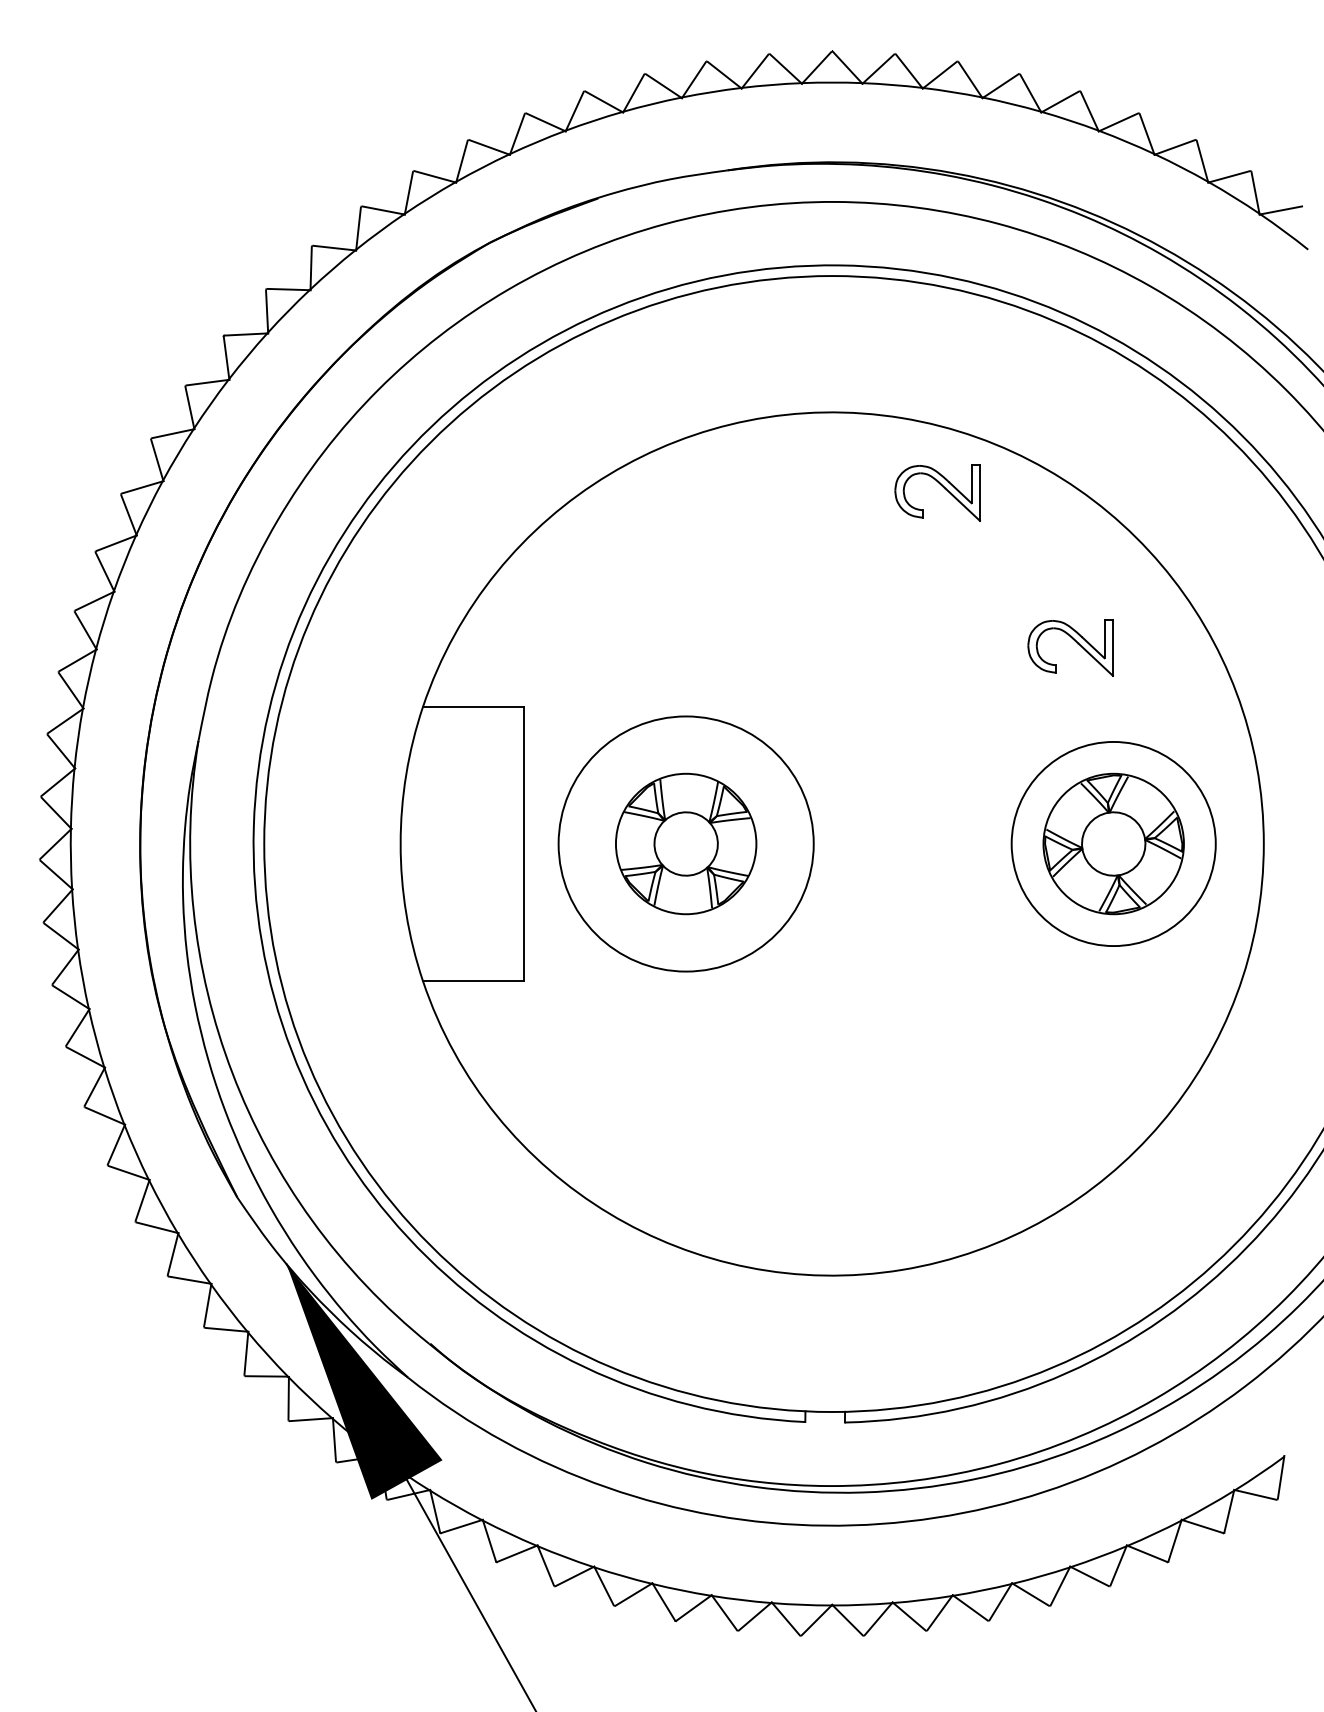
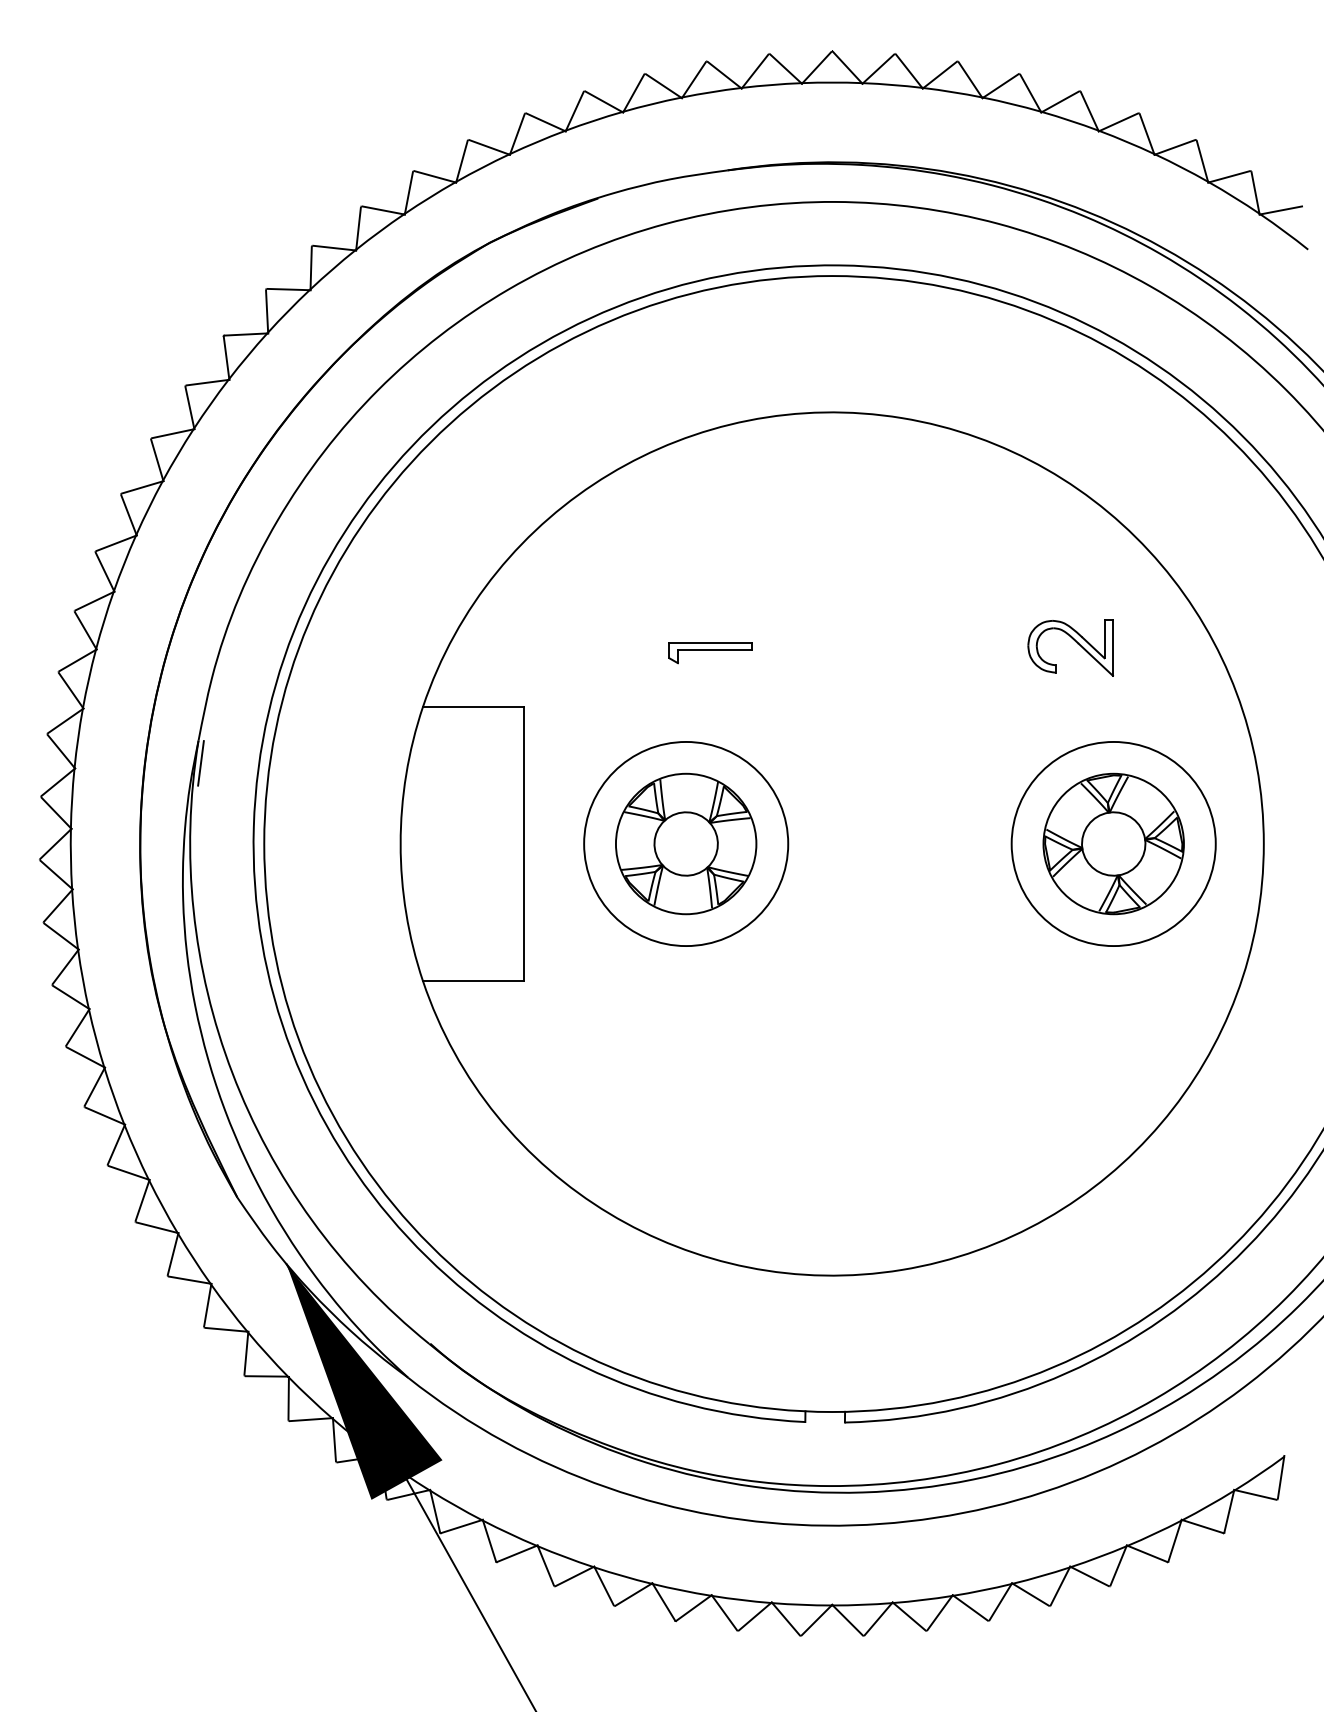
part at (942, 487): present -> none
part at (710, 653): none -> present
line at (200, 763): none -> present
circle at (685, 843) diameter: 255 px -> 204 px
